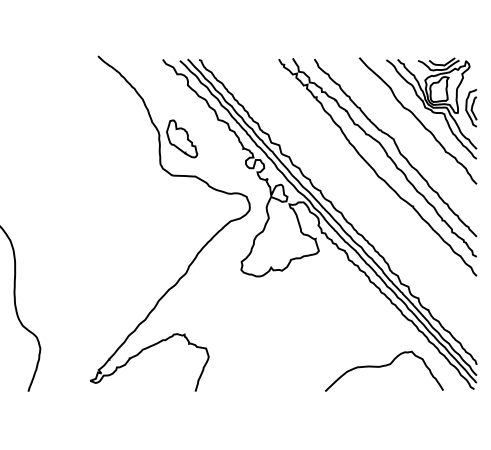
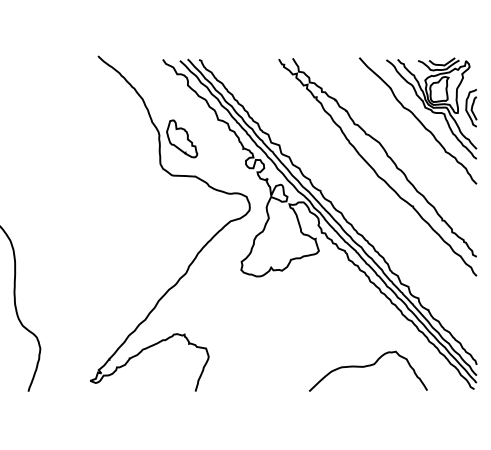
curve at (396, 147): present -> none
curve at (382, 367) position: (382, 367) -> (366, 367)
